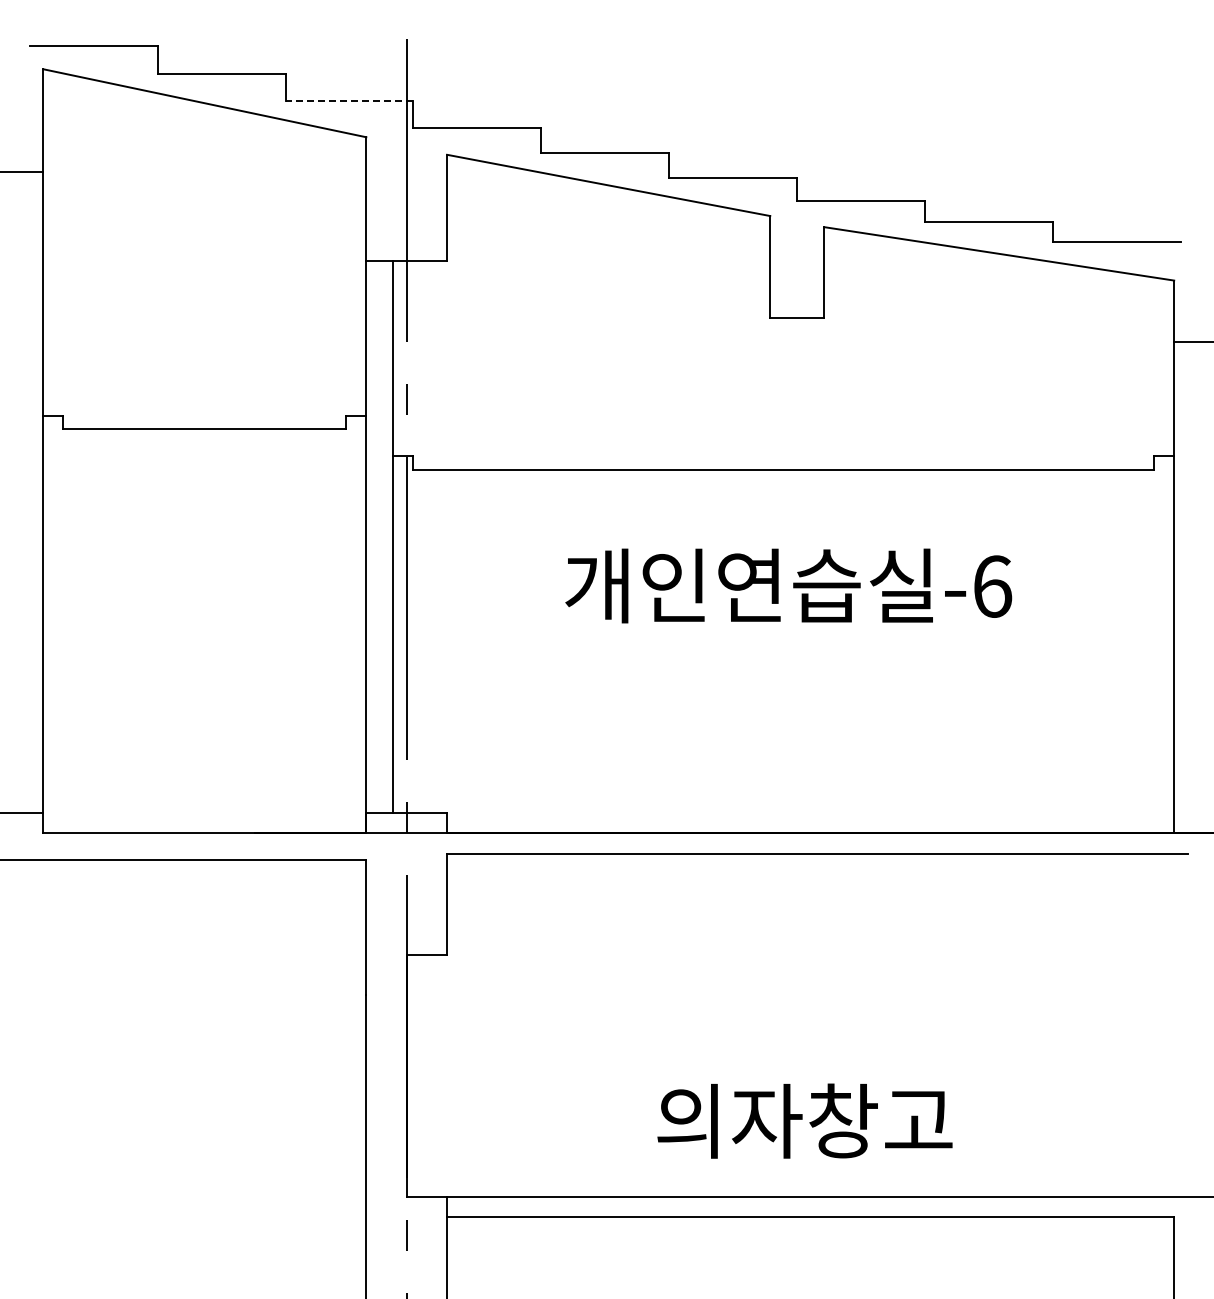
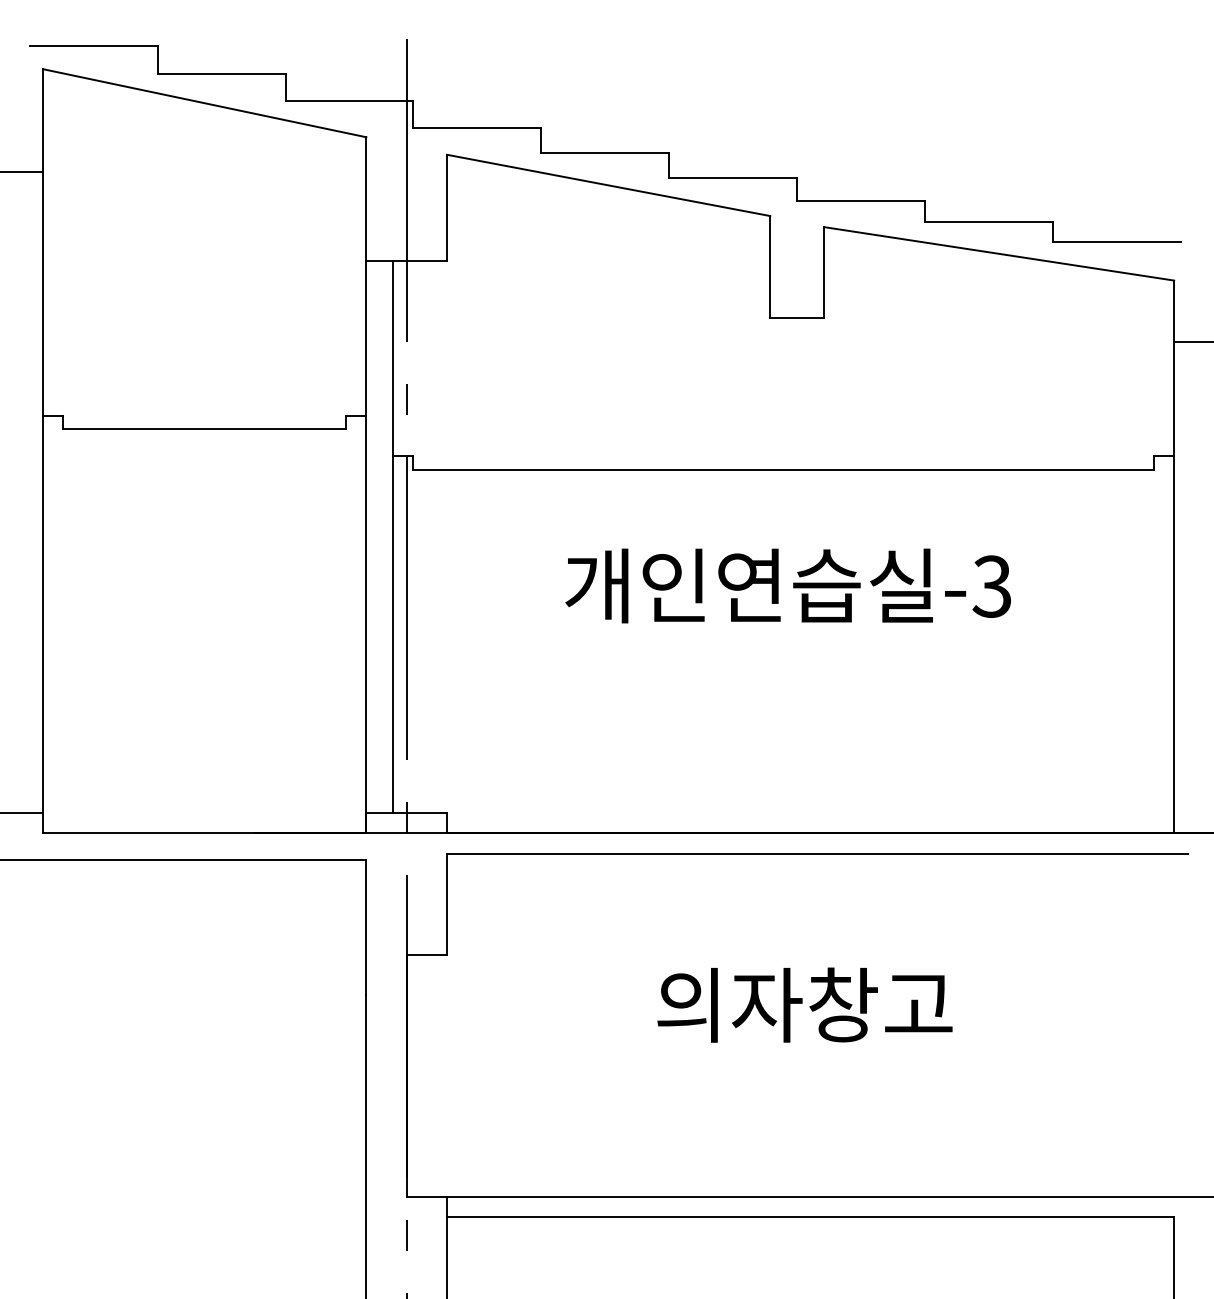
line at (349, 100): dashed -> solid
text at (992, 586): -6 -> -3
text at (804, 1120) position: (804, 1120) -> (804, 1004)
